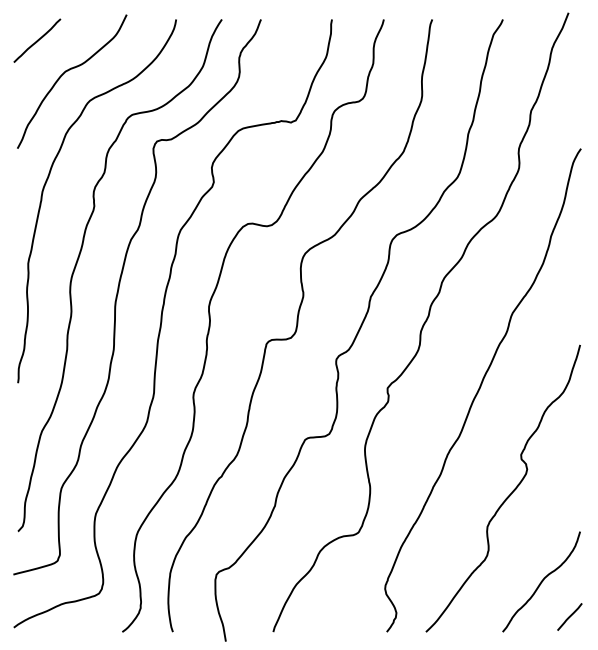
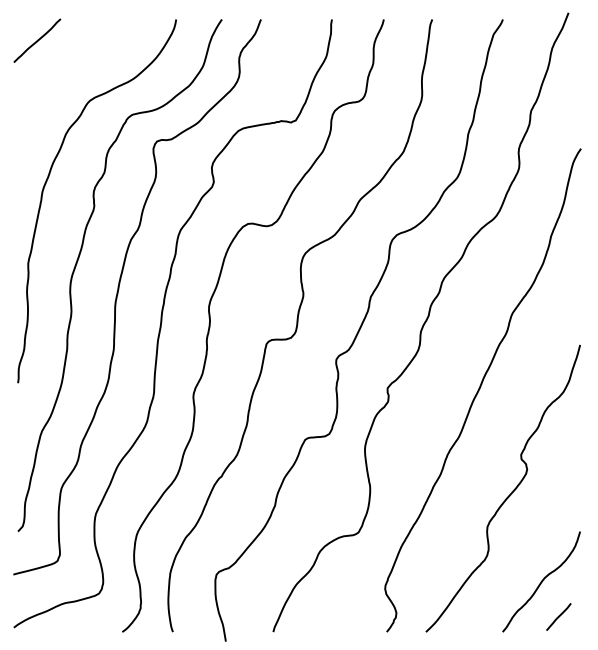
curve at (68, 71): present -> none
line at (569, 616) position: (569, 616) -> (558, 616)
